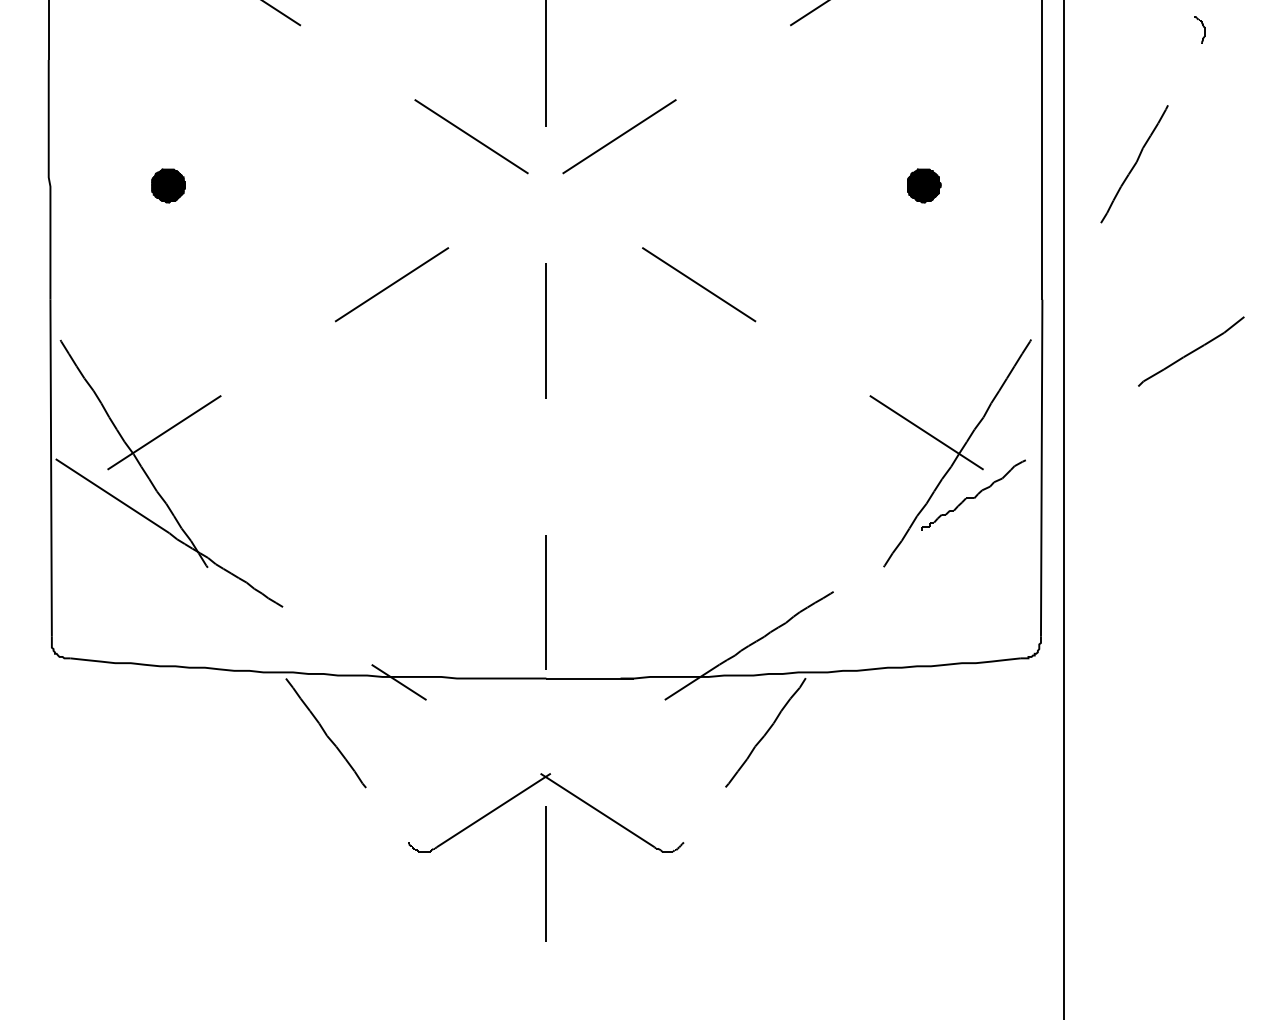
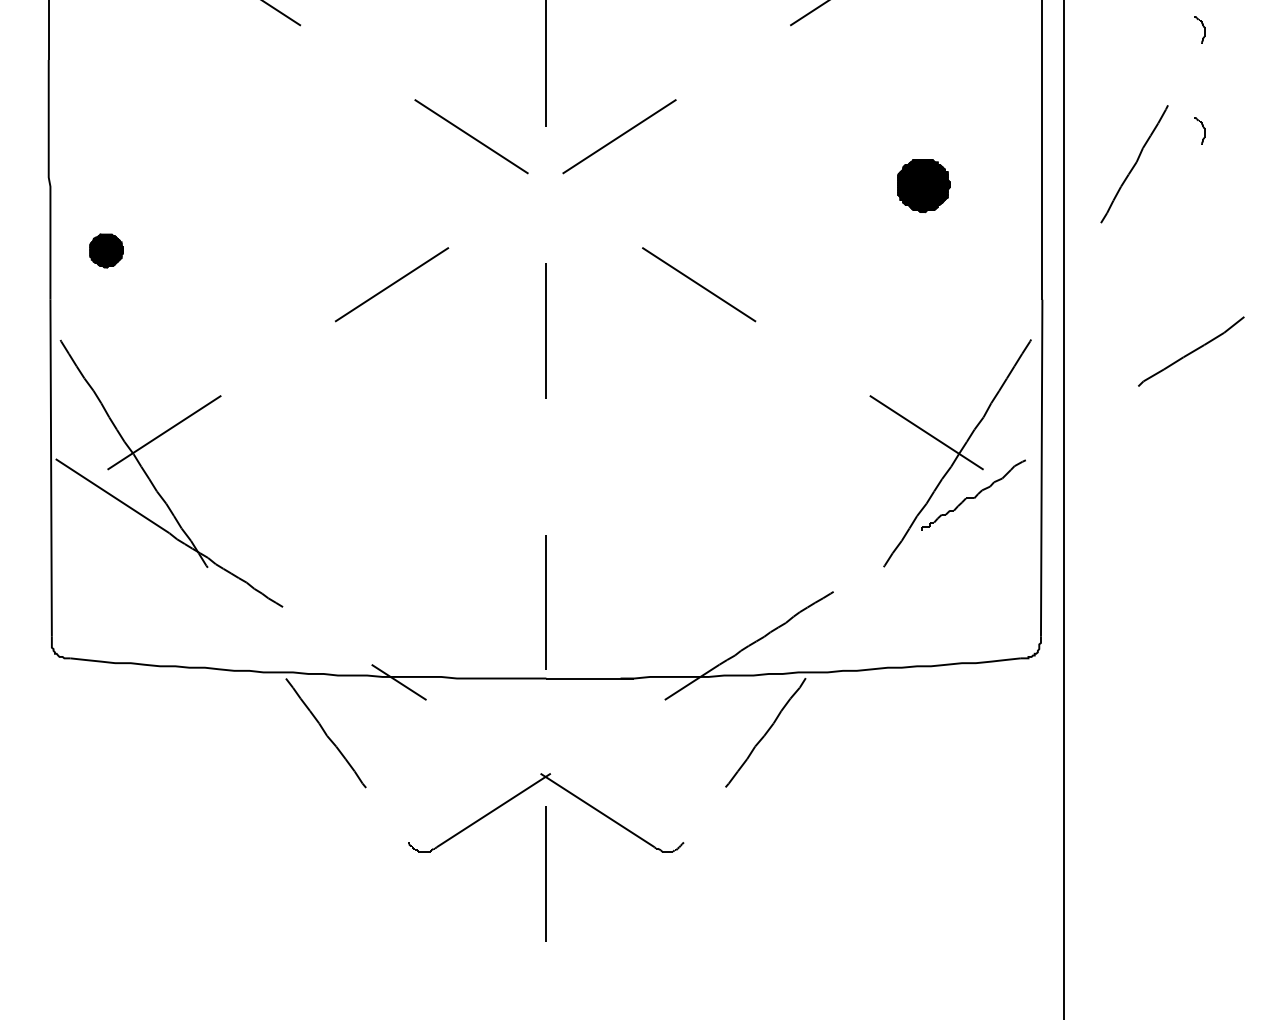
curve at (1202, 127): none -> present
part at (168, 185) position: (168, 185) -> (106, 250)
part at (924, 185) size: 35x36 px -> 54x55 px
